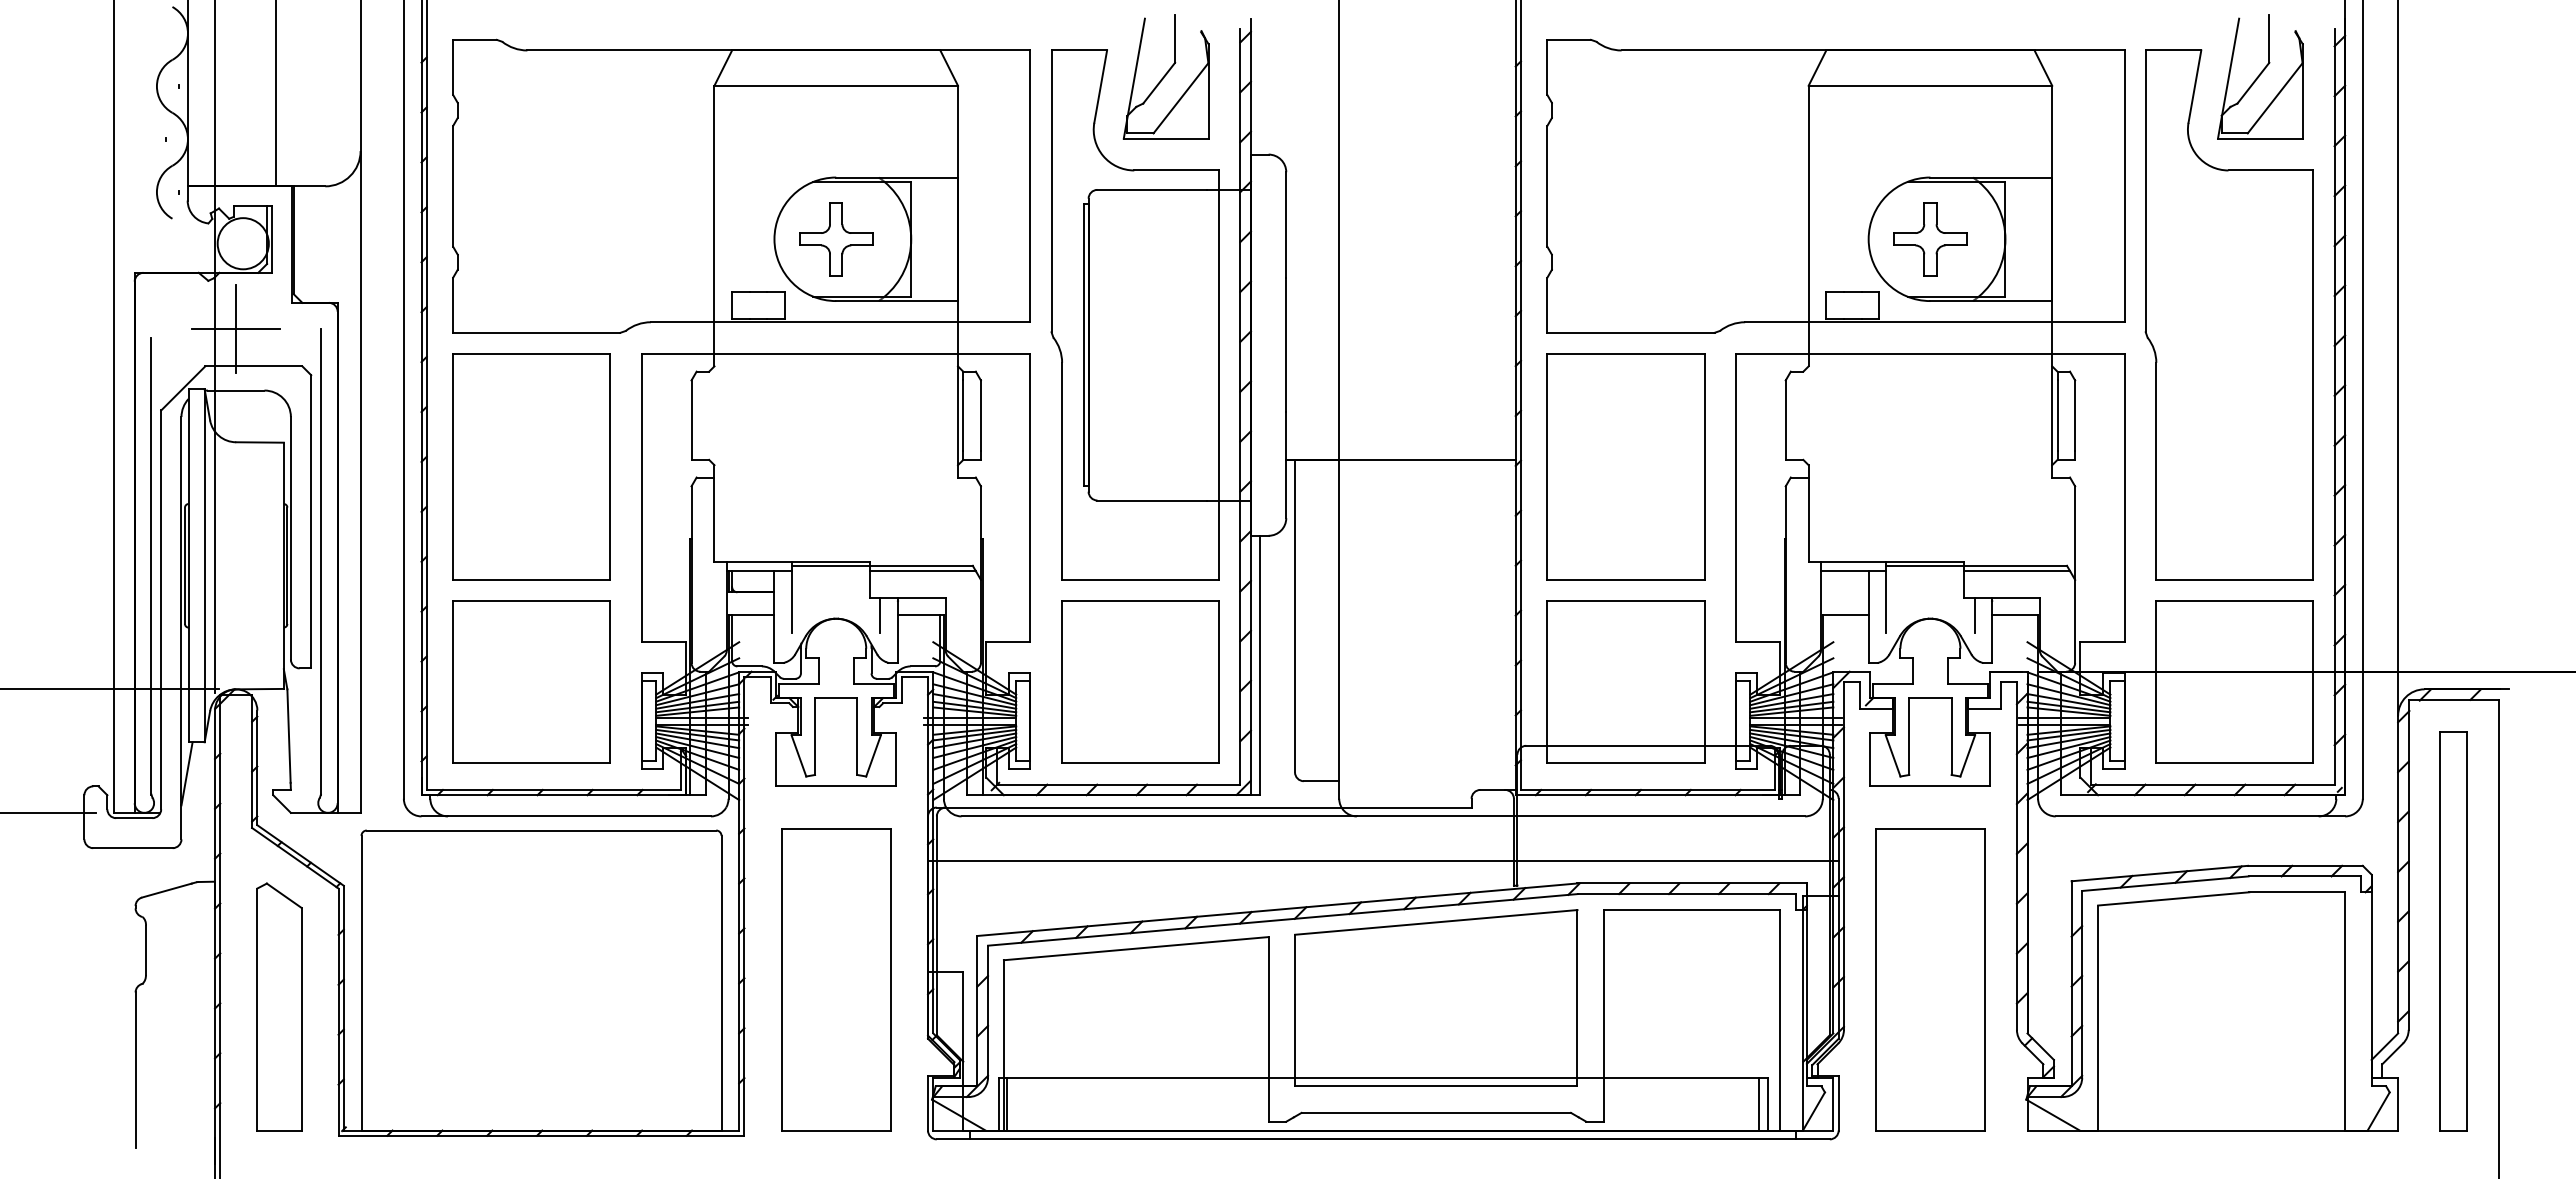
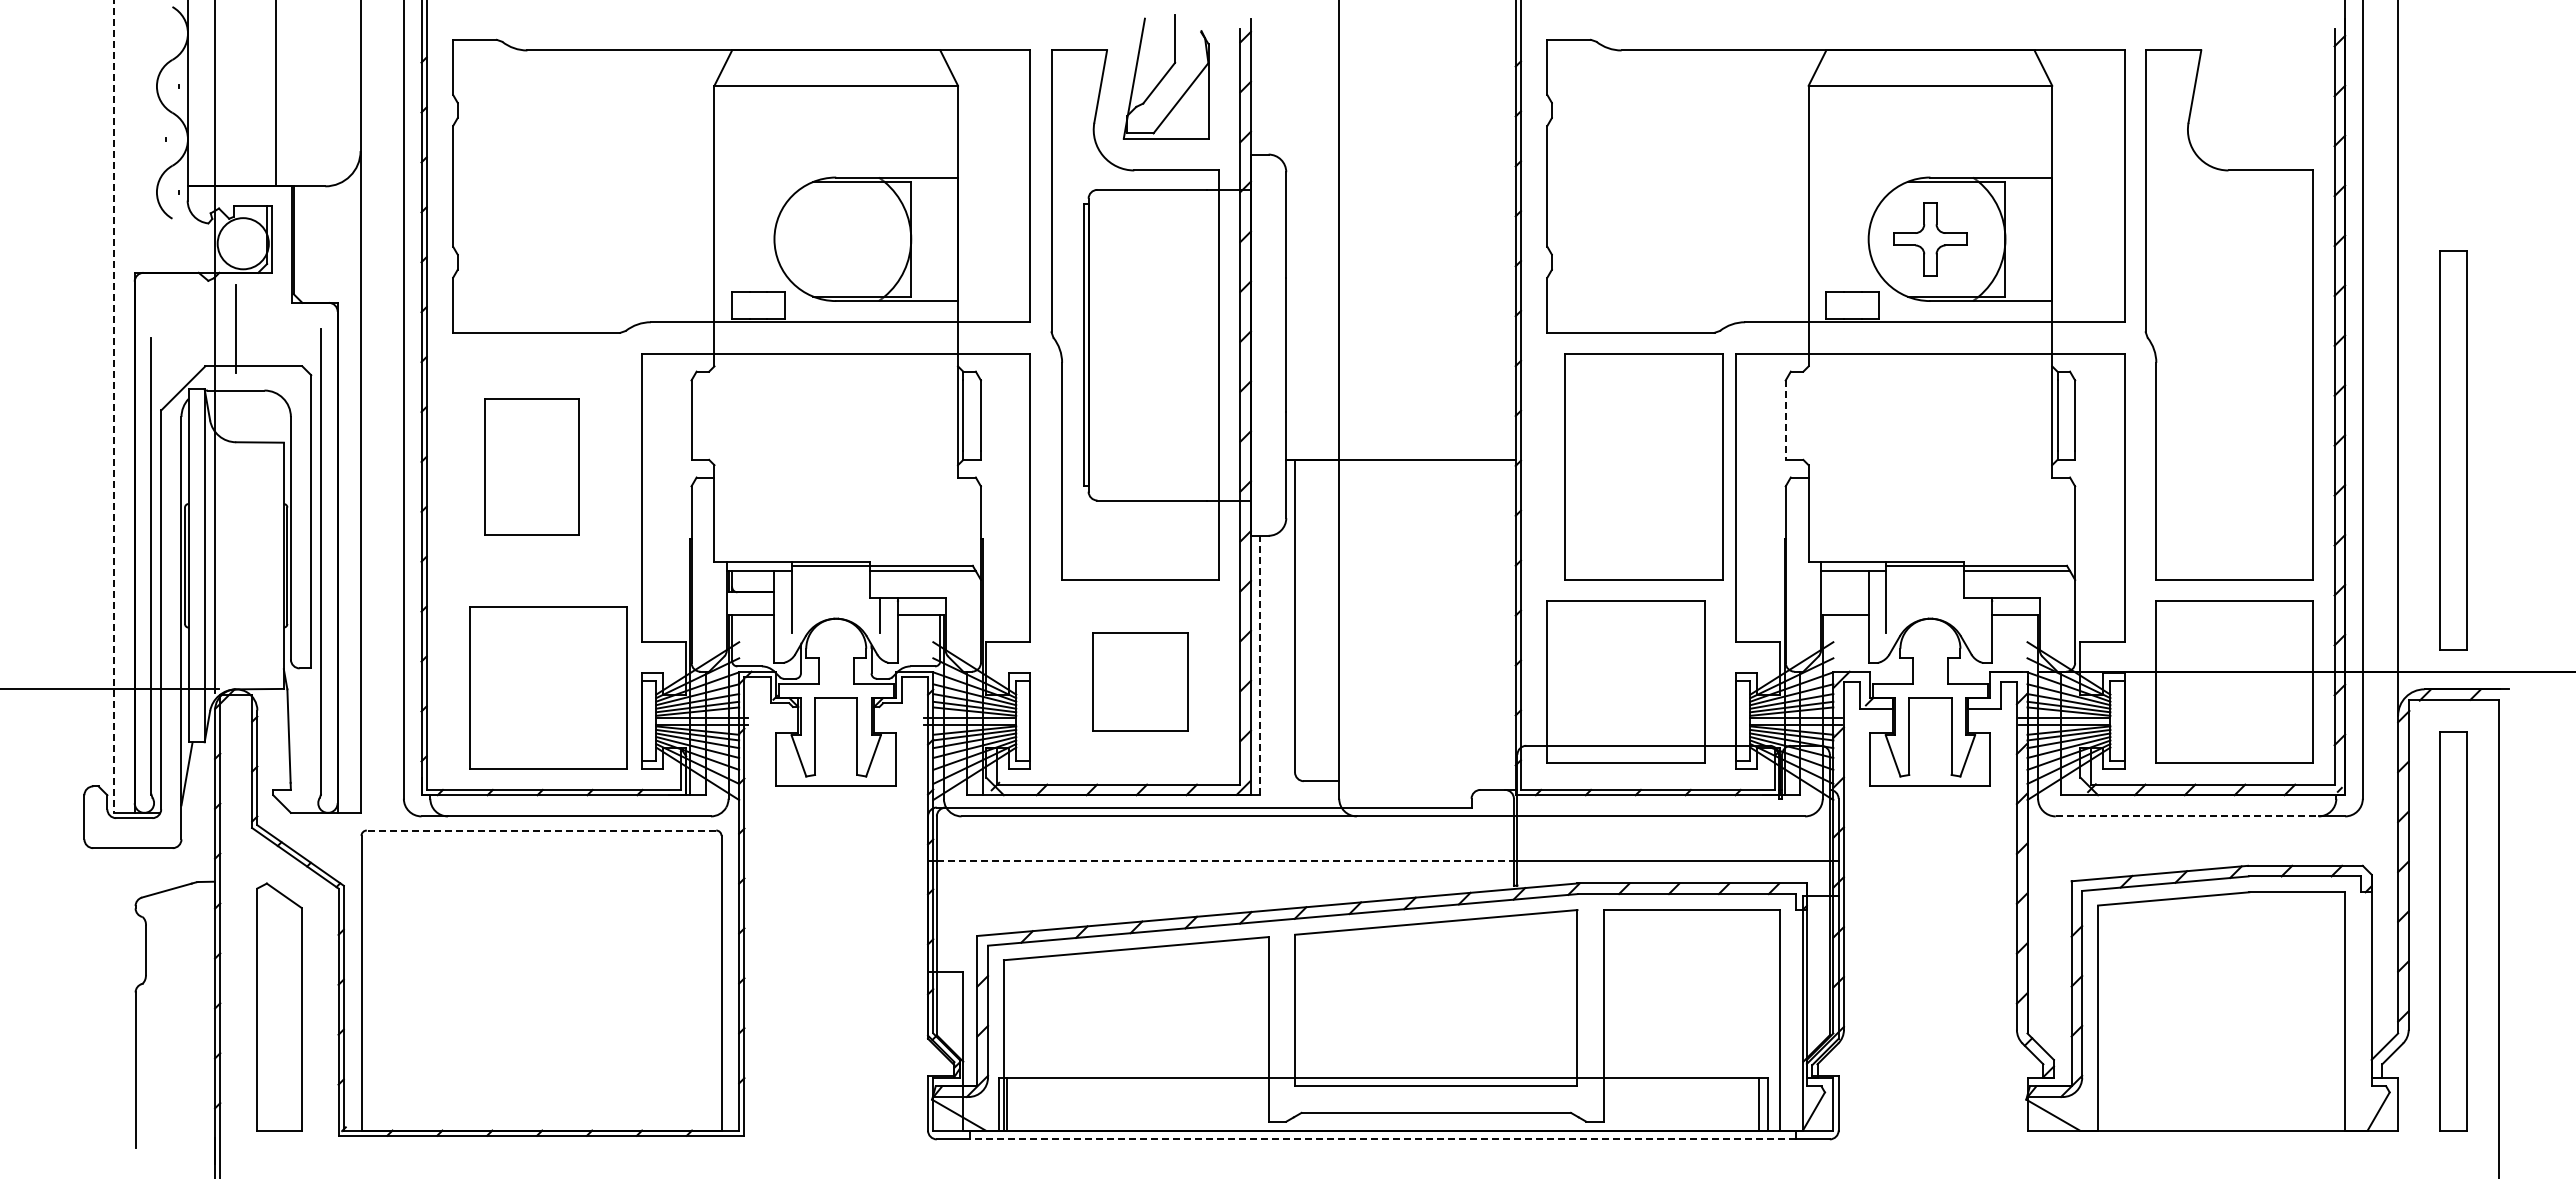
part at (2260, 76): present -> none
part at (836, 239): present -> none
line at (236, 329): present -> none
line at (113, 406): solid -> dashed
line at (1785, 420): solid -> dashed
part at (2453, 450): none -> present
part at (531, 466) size: 159x228 px -> 96x138 px
part at (1625, 466) position: (1625, 466) -> (1643, 466)
line at (1974, 614): present -> none
line at (1259, 665): solid -> dashed
part at (531, 681) position: (531, 681) -> (548, 687)
part at (1140, 681) size: 159x164 px -> 97x100 px
line at (48, 812): present -> none
line at (2187, 816): solid -> dashed
line at (541, 830): solid -> dashed
line at (1225, 860): solid -> dashed
part at (836, 979): present -> none
part at (1930, 979): present -> none
line at (1383, 1139): solid -> dashed
